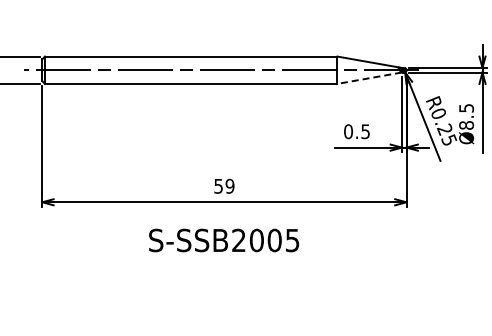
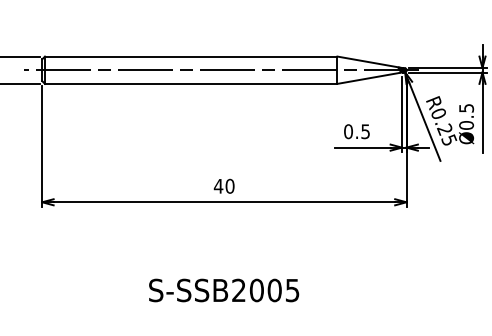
line at (369, 78): dashed -> solid
text at (466, 125): Ø8.5 -> Ø0.5
text at (223, 186): 59 -> 40
text at (224, 240) position: (224, 240) -> (224, 290)
